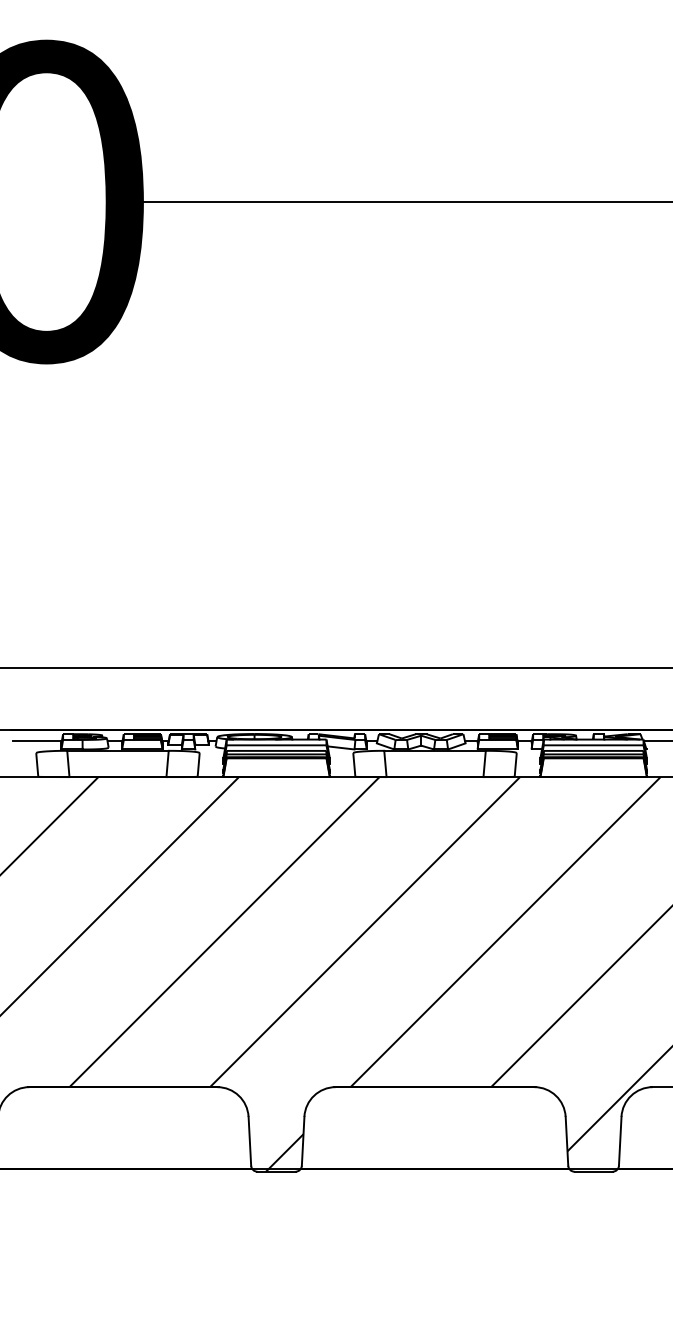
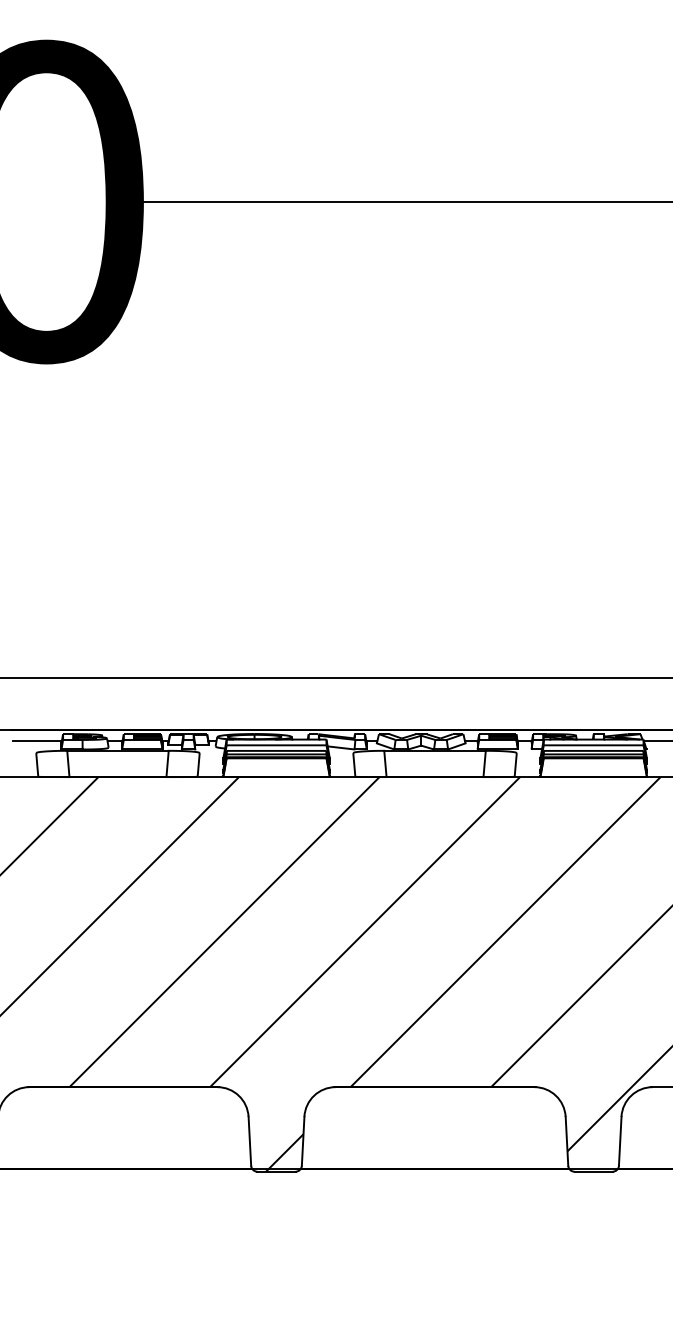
line at (335, 667) position: (335, 667) -> (335, 677)
